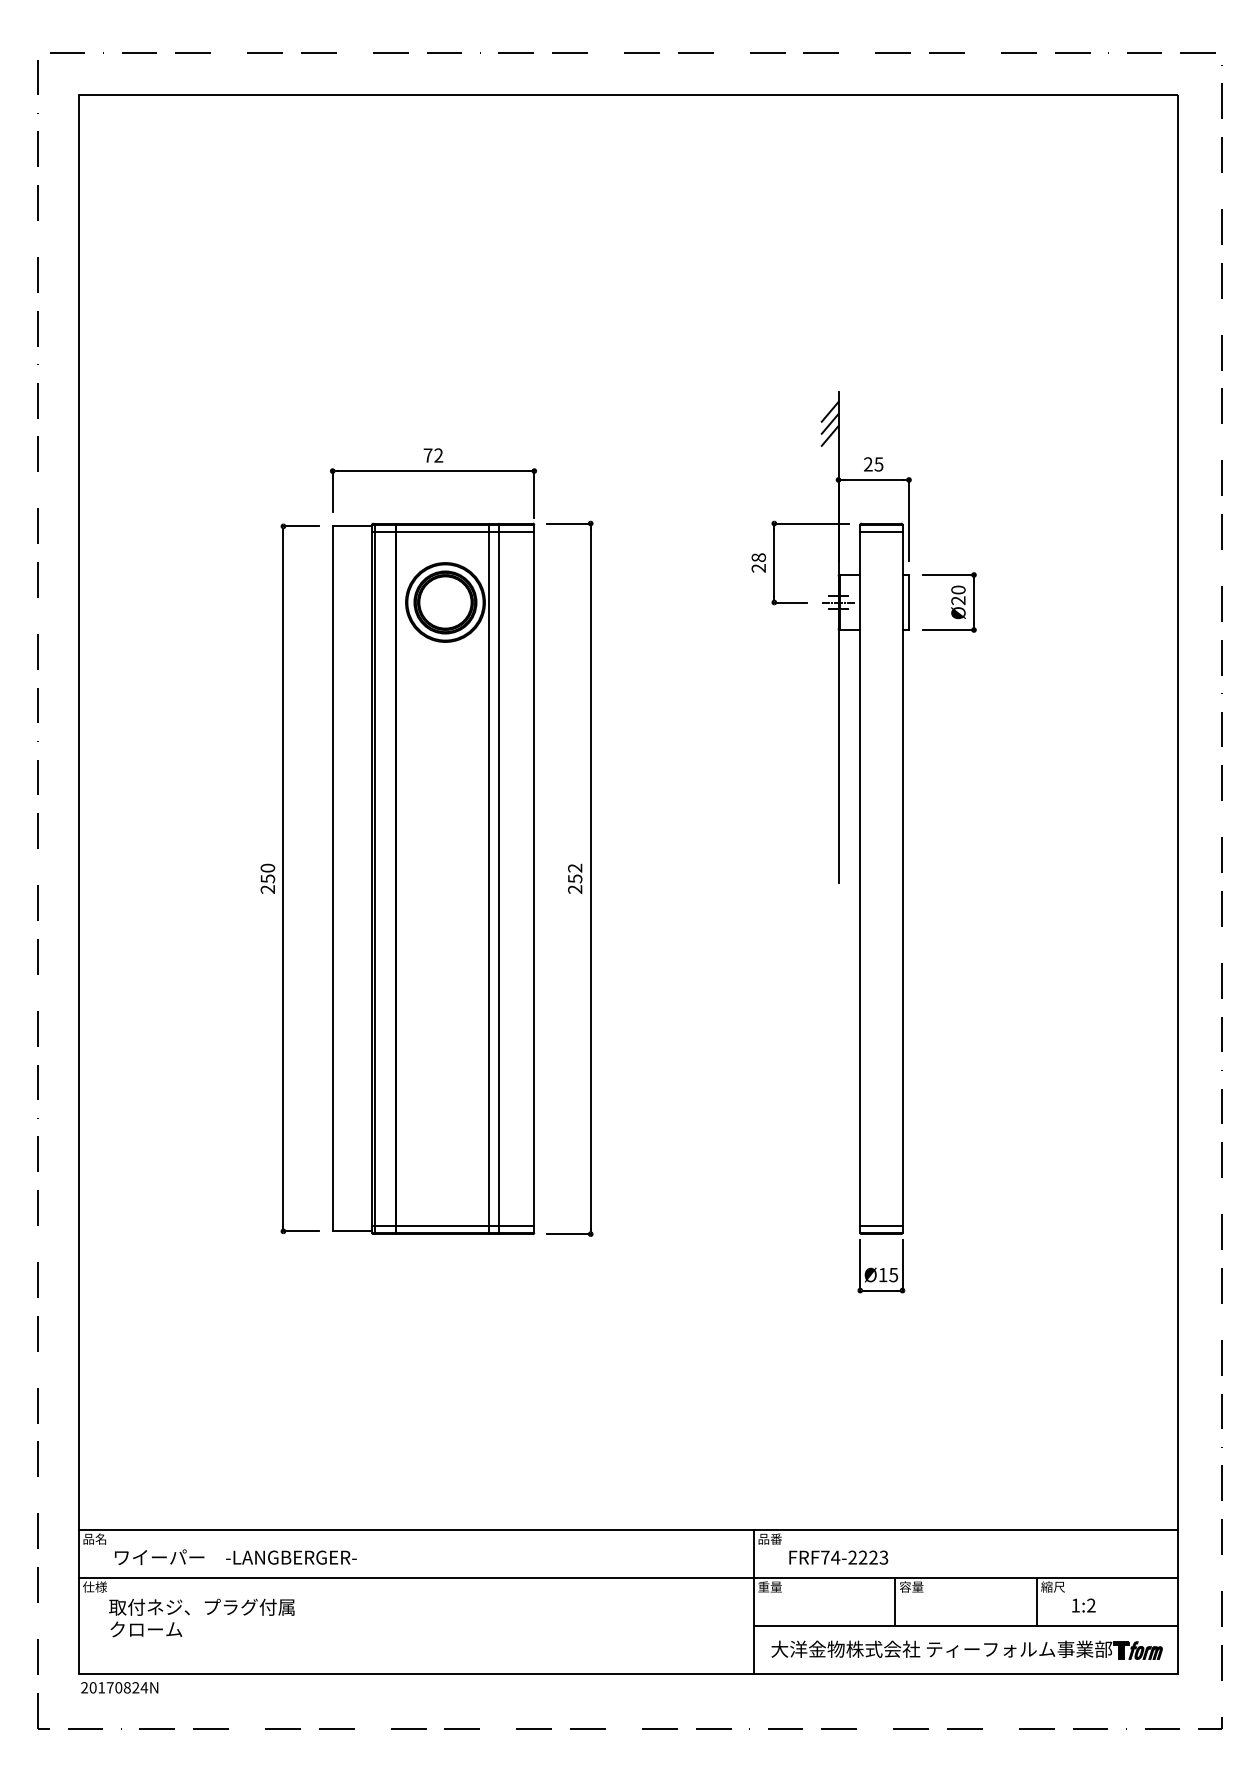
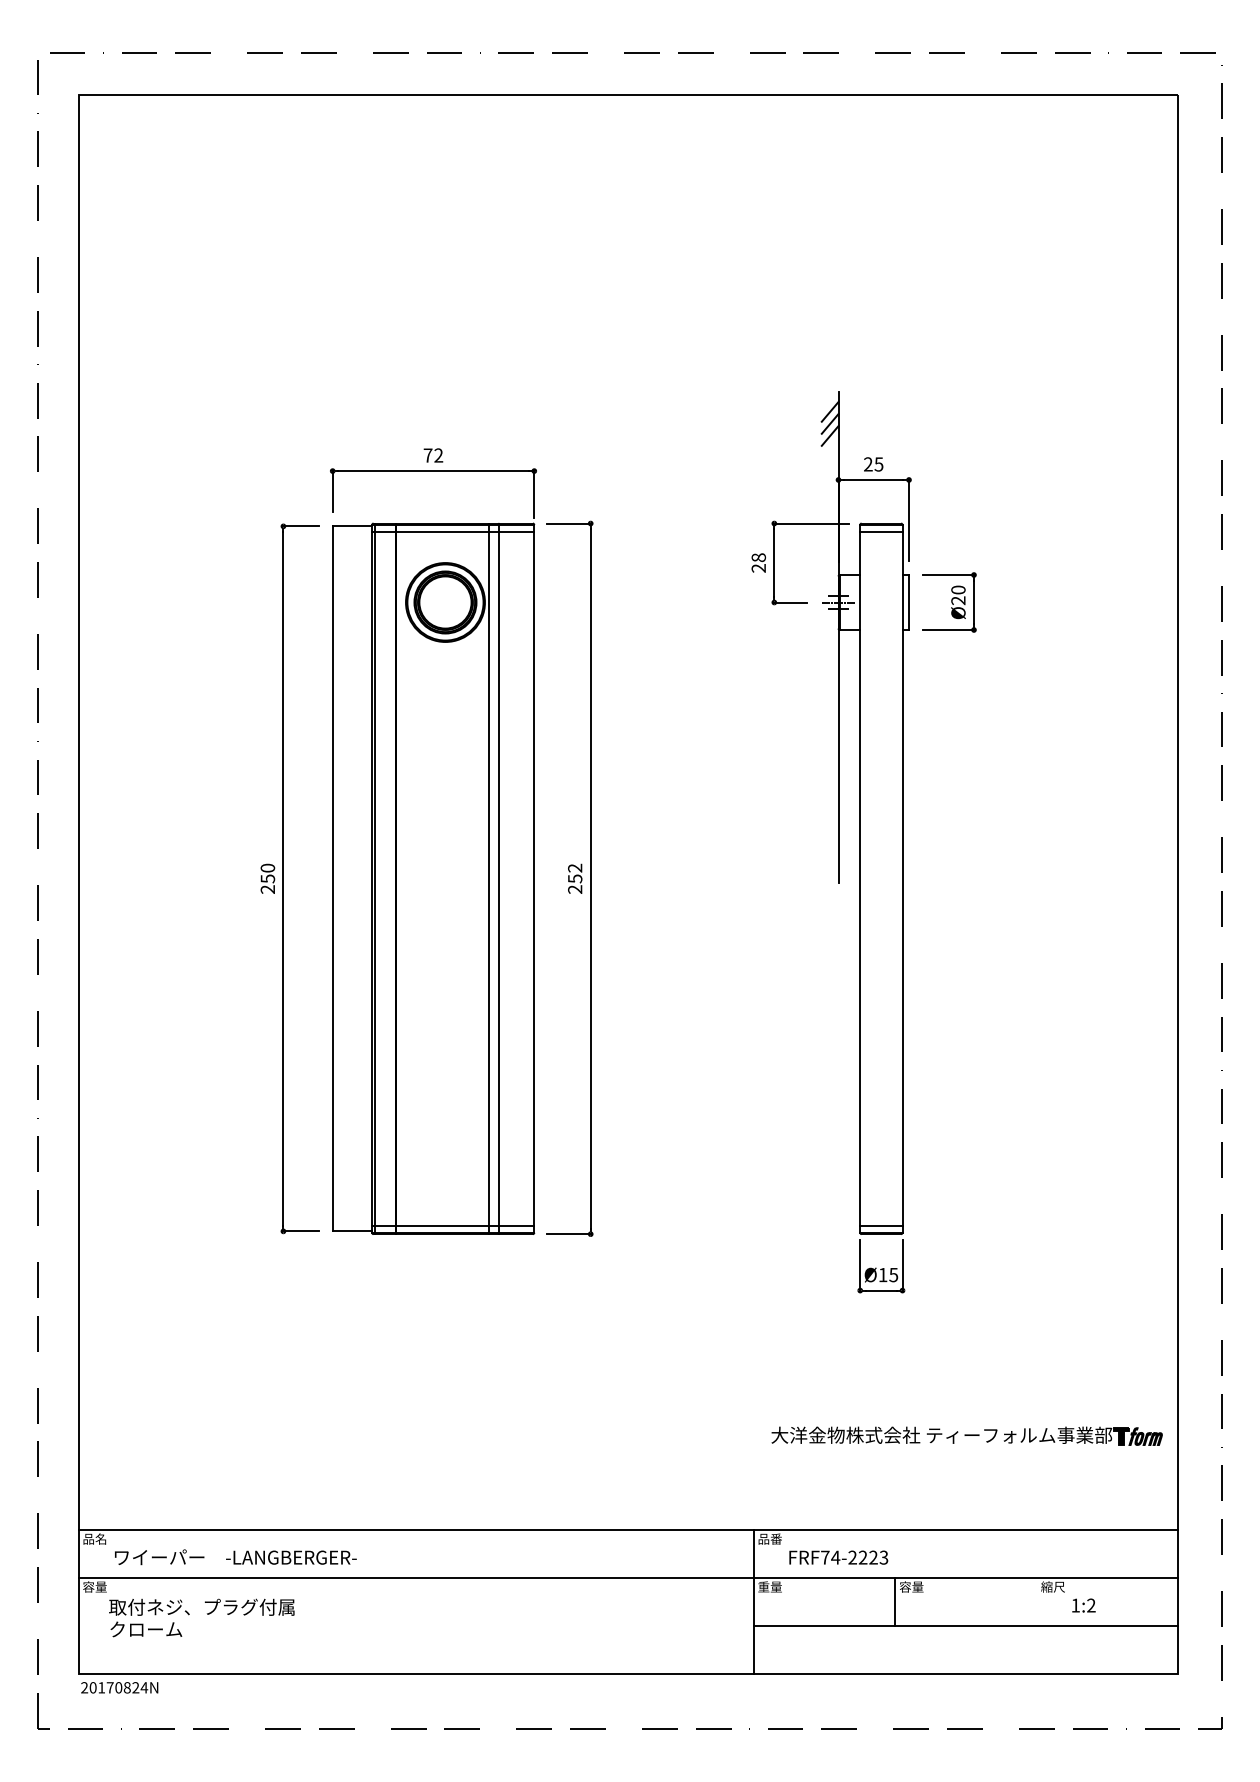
text at (94, 1586): 仕様 -> 容量
line at (1036, 1601): present -> none
part at (966, 1649) position: (966, 1649) -> (966, 1435)
